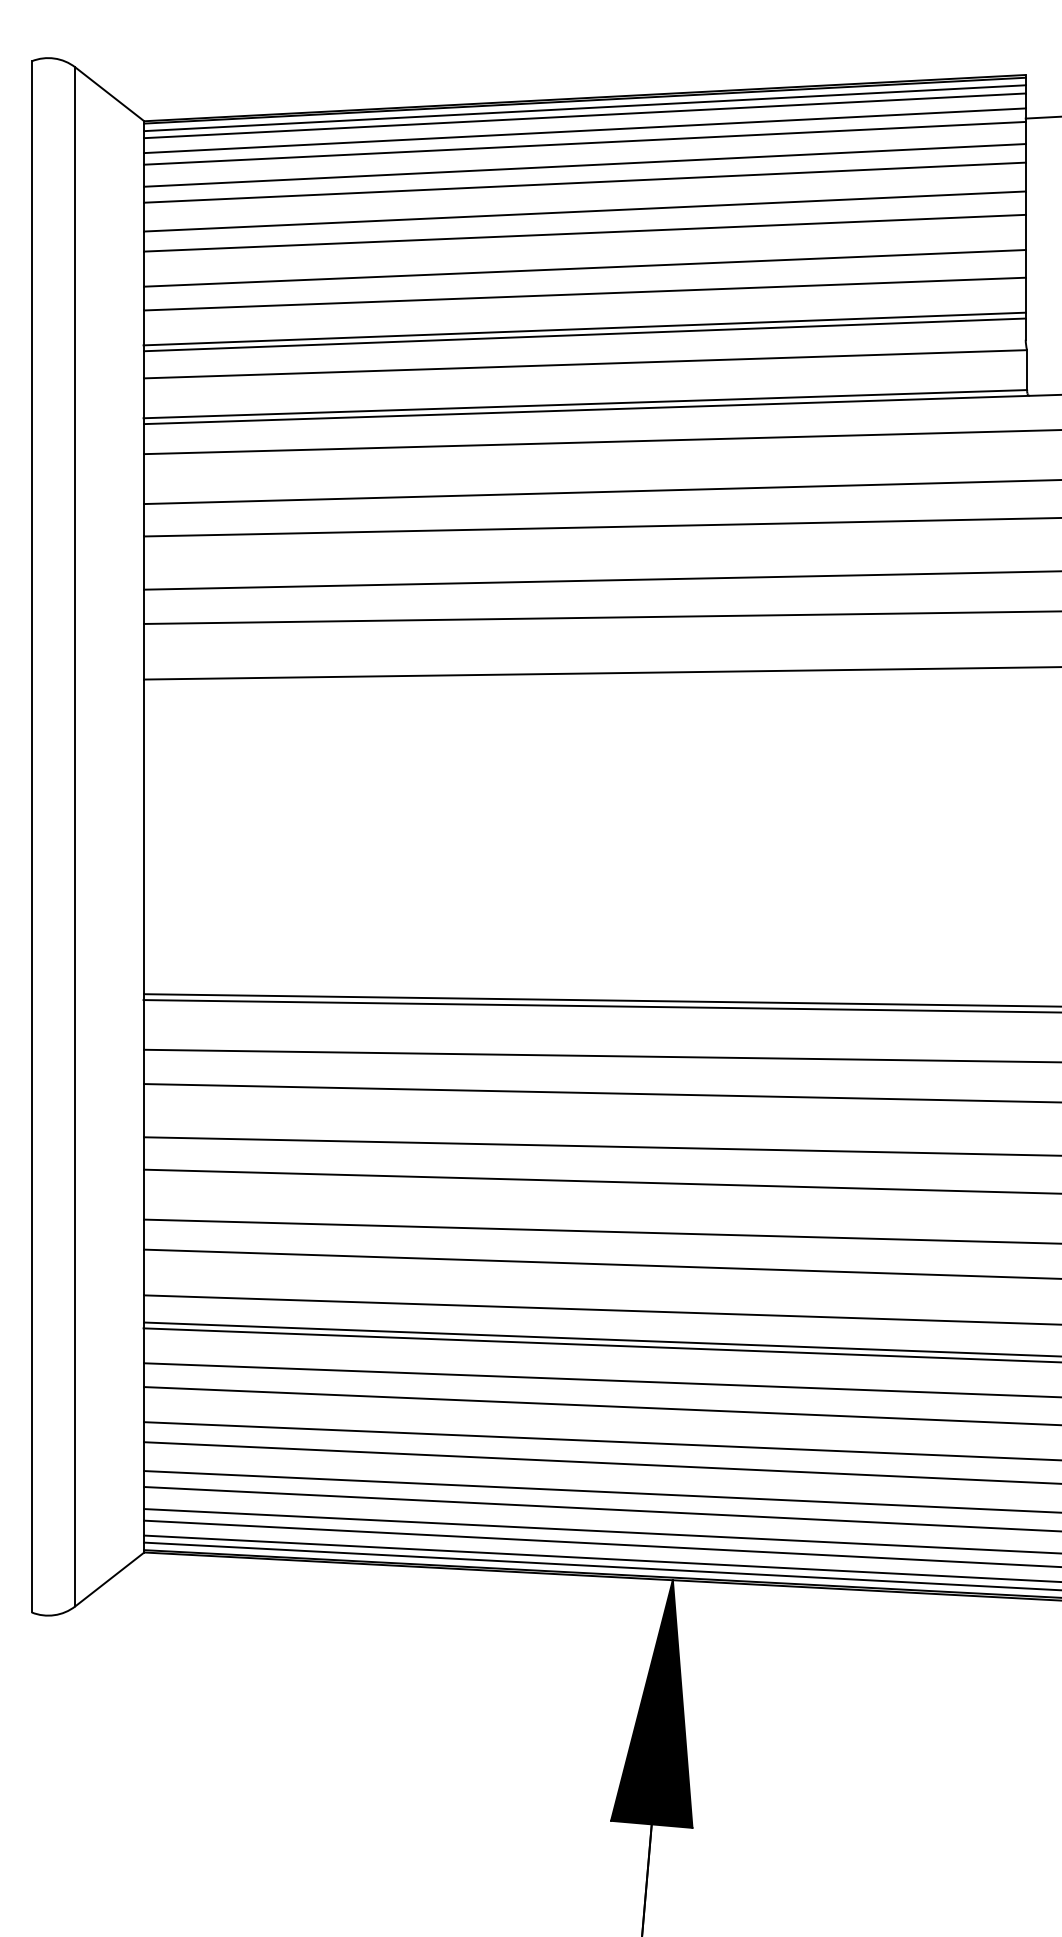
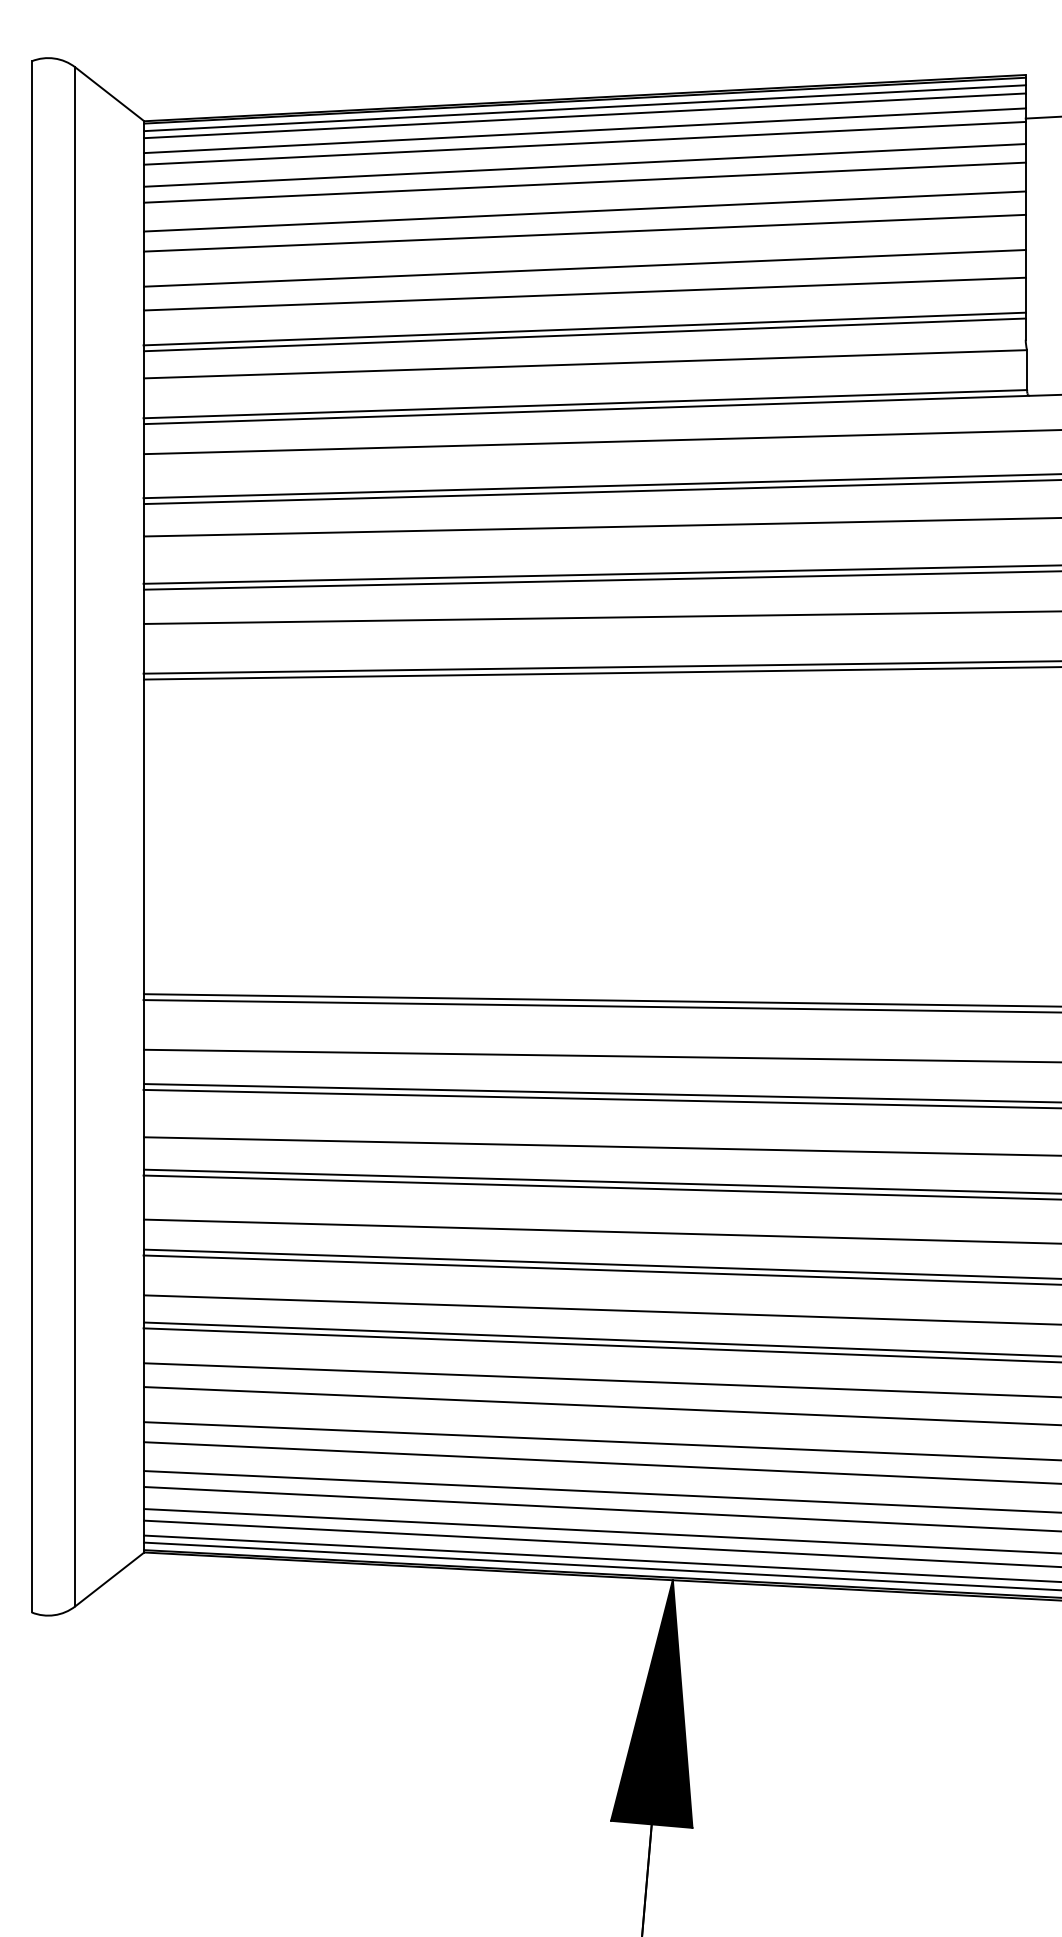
line at (600, 486): none -> present
line at (600, 574): none -> present
line at (600, 667): none -> present
line at (600, 1098): none -> present
line at (600, 1187): none -> present
line at (600, 1269): none -> present
